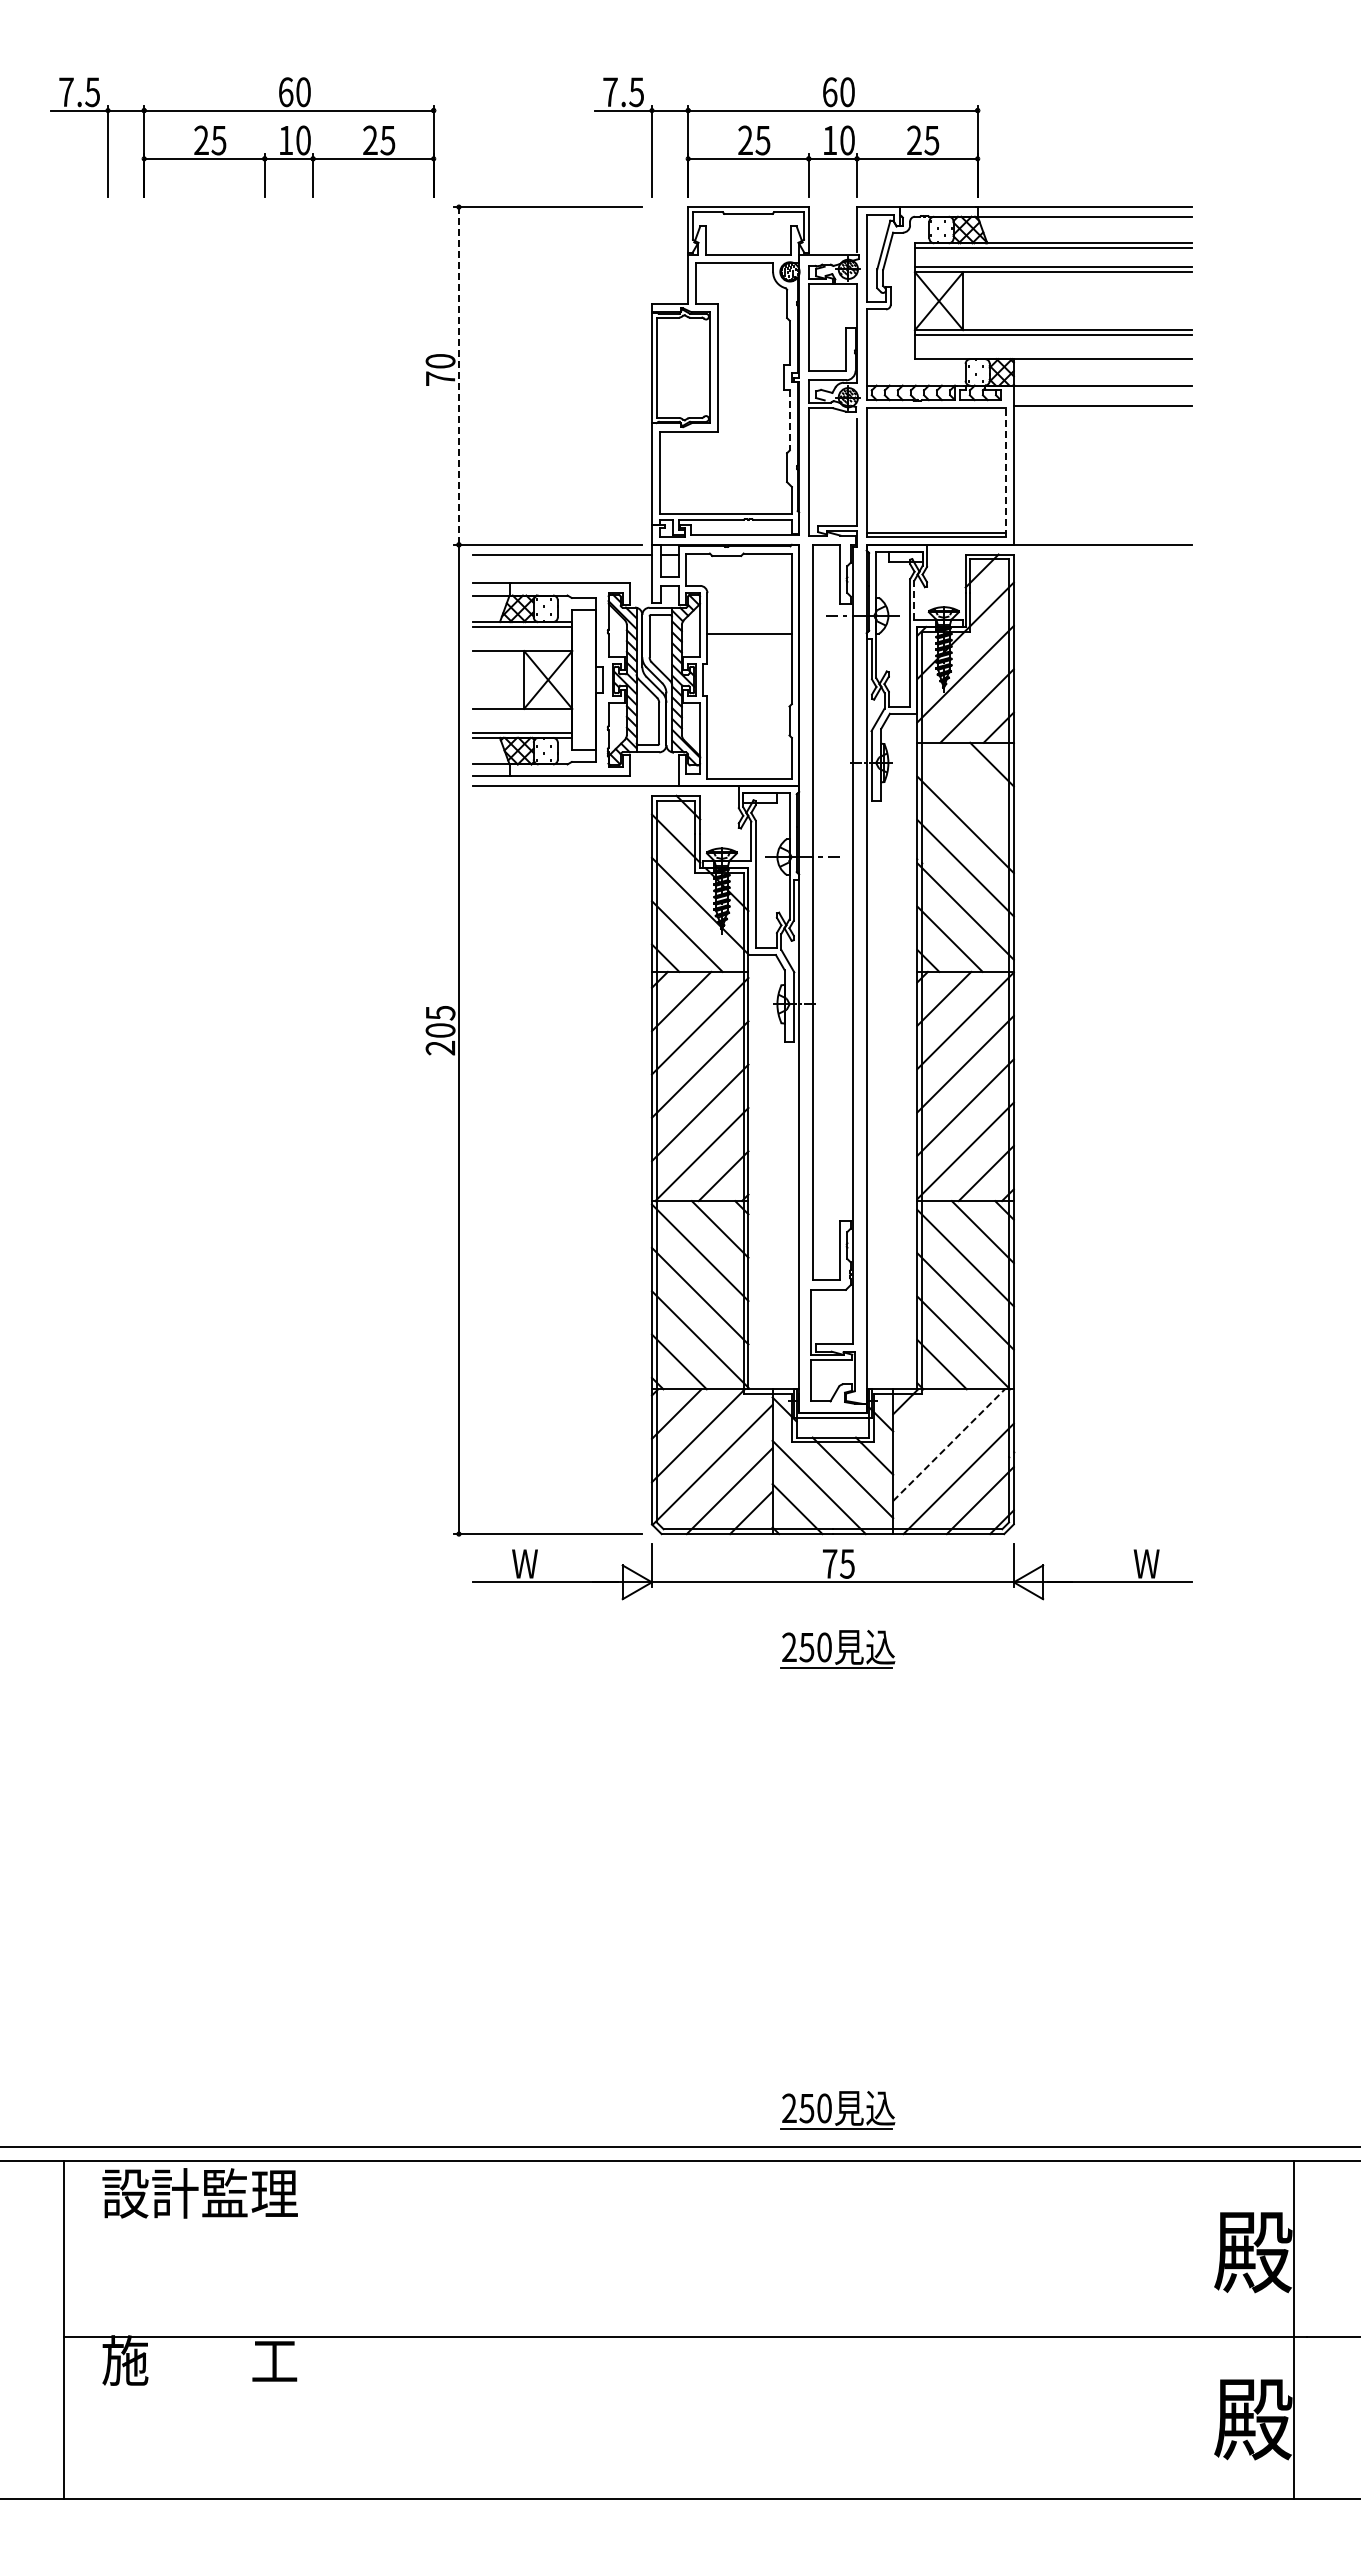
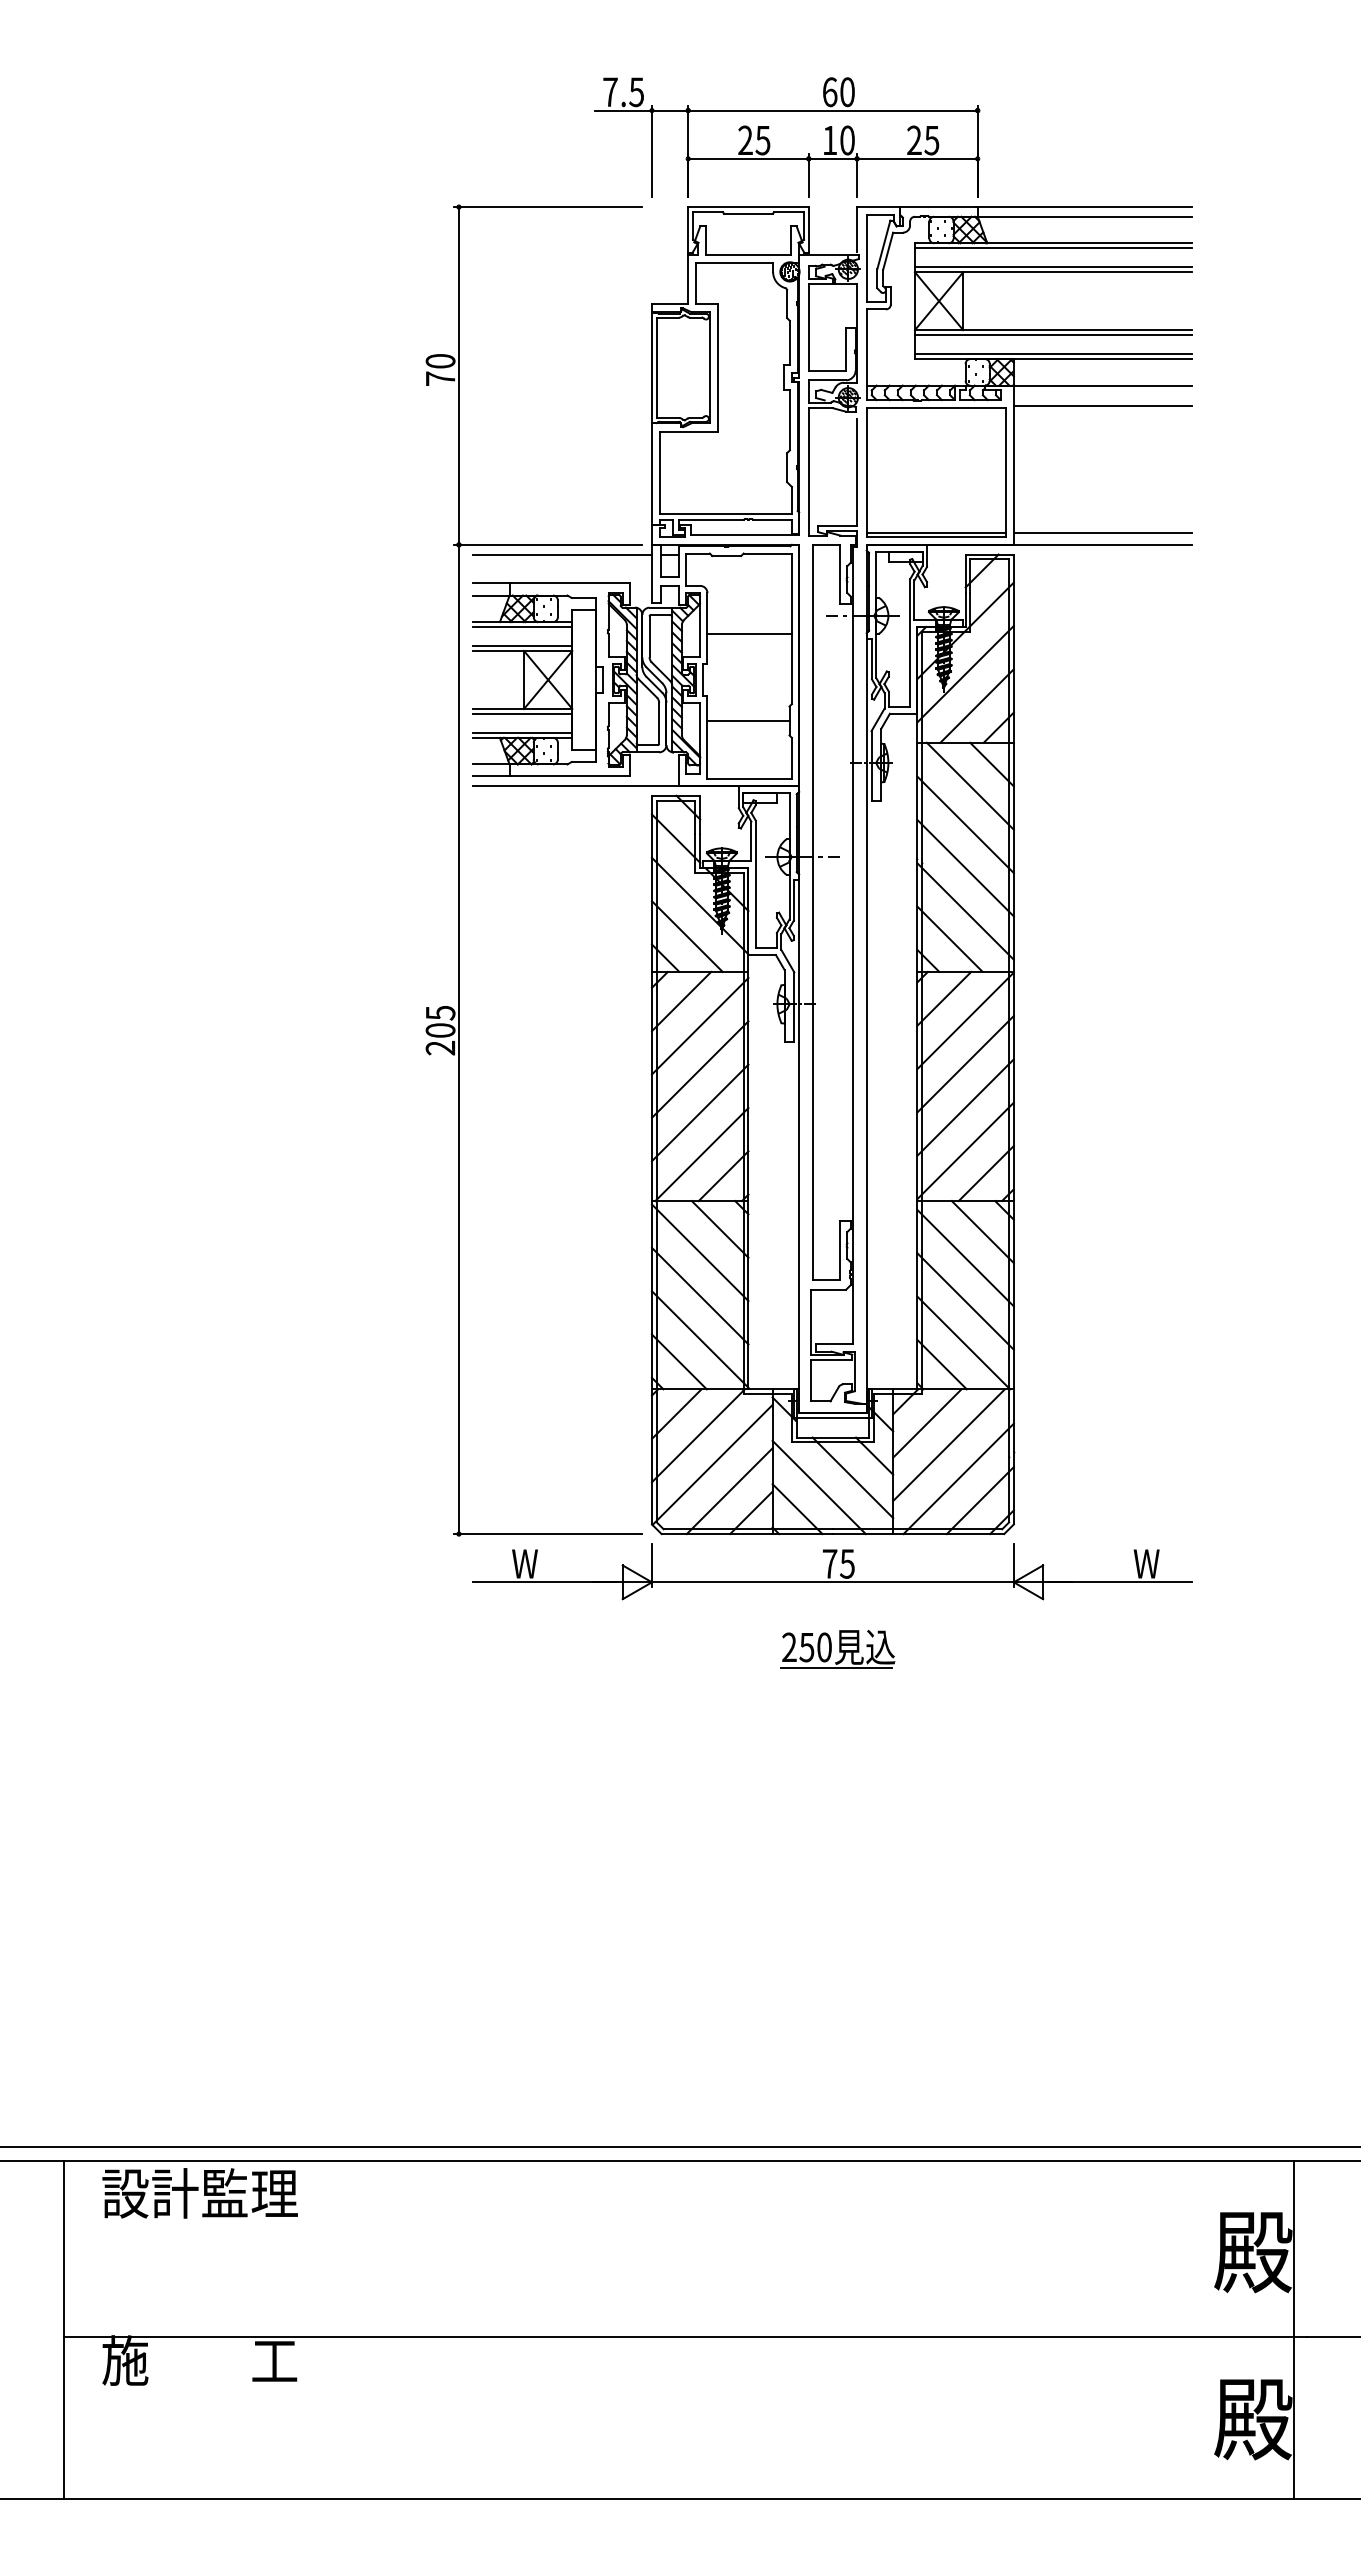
part at (243, 137): present -> none
line at (1053, 354): none -> present
line at (458, 375): dashed -> solid
line at (789, 420): dashed -> solid
line at (1005, 472): dashed -> solid
line at (1102, 532): none -> present
line at (914, 600): dashed -> solid
line at (522, 646): none -> present
line at (522, 713): none -> present
line at (748, 721): none -> present
line at (969, 785): none -> present
line at (927, 1423): none -> present
line at (949, 1445): dashed -> solid
part at (837, 2110): present -> none
